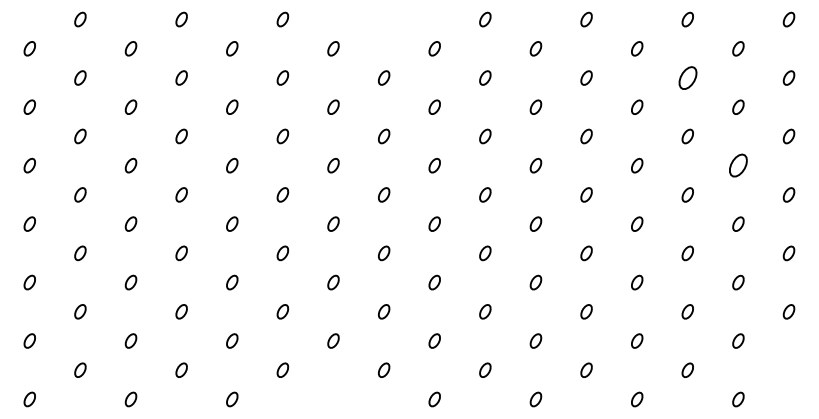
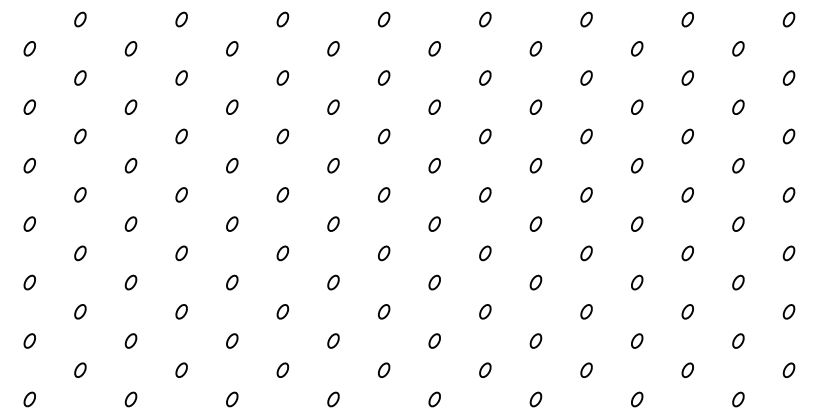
part at (384, 19): none -> present
part at (687, 77) size: 20x24 px -> 13x16 px
part at (738, 165) size: 19x25 px -> 13x16 px
part at (788, 369): none -> present
part at (333, 399): none -> present
